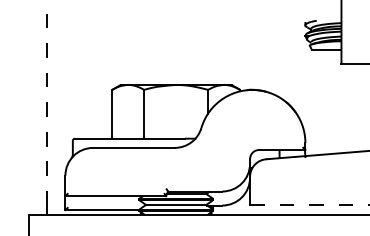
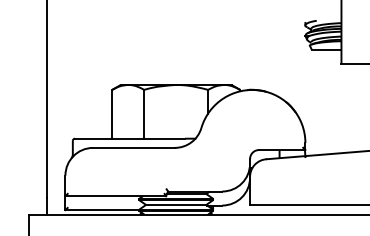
line at (46, 99): dashed -> solid
line at (309, 205): dashed -> solid
